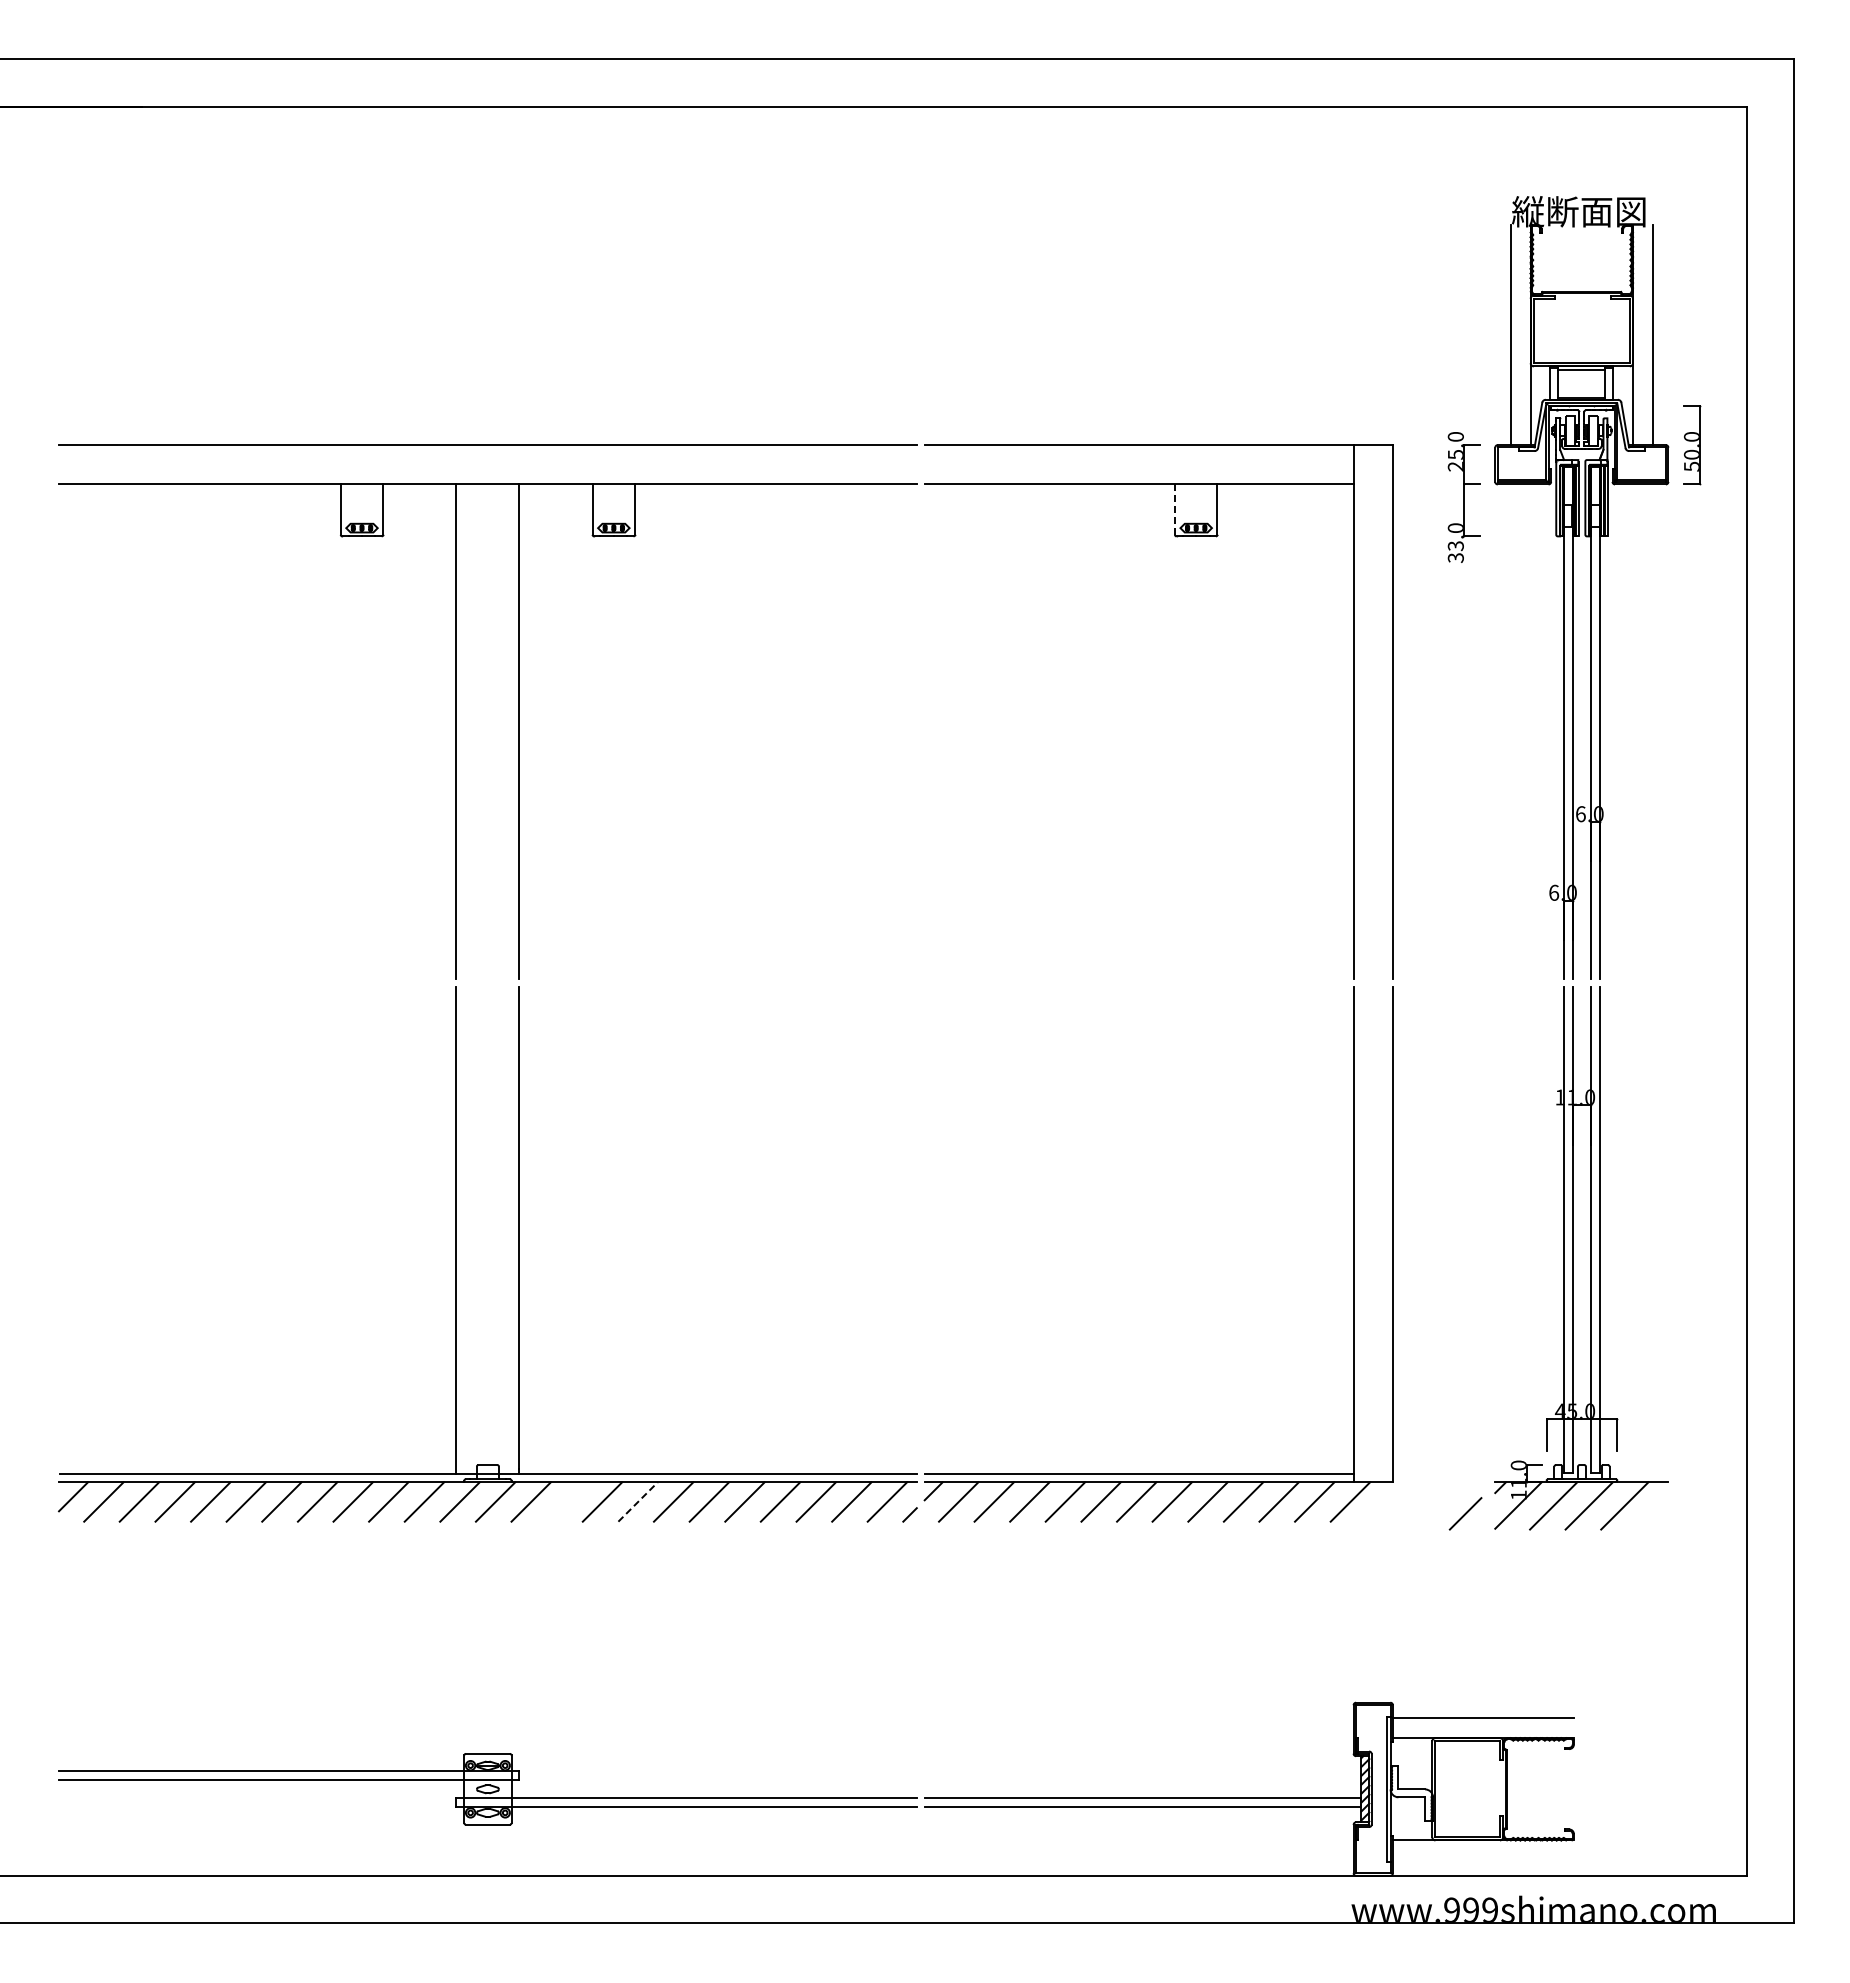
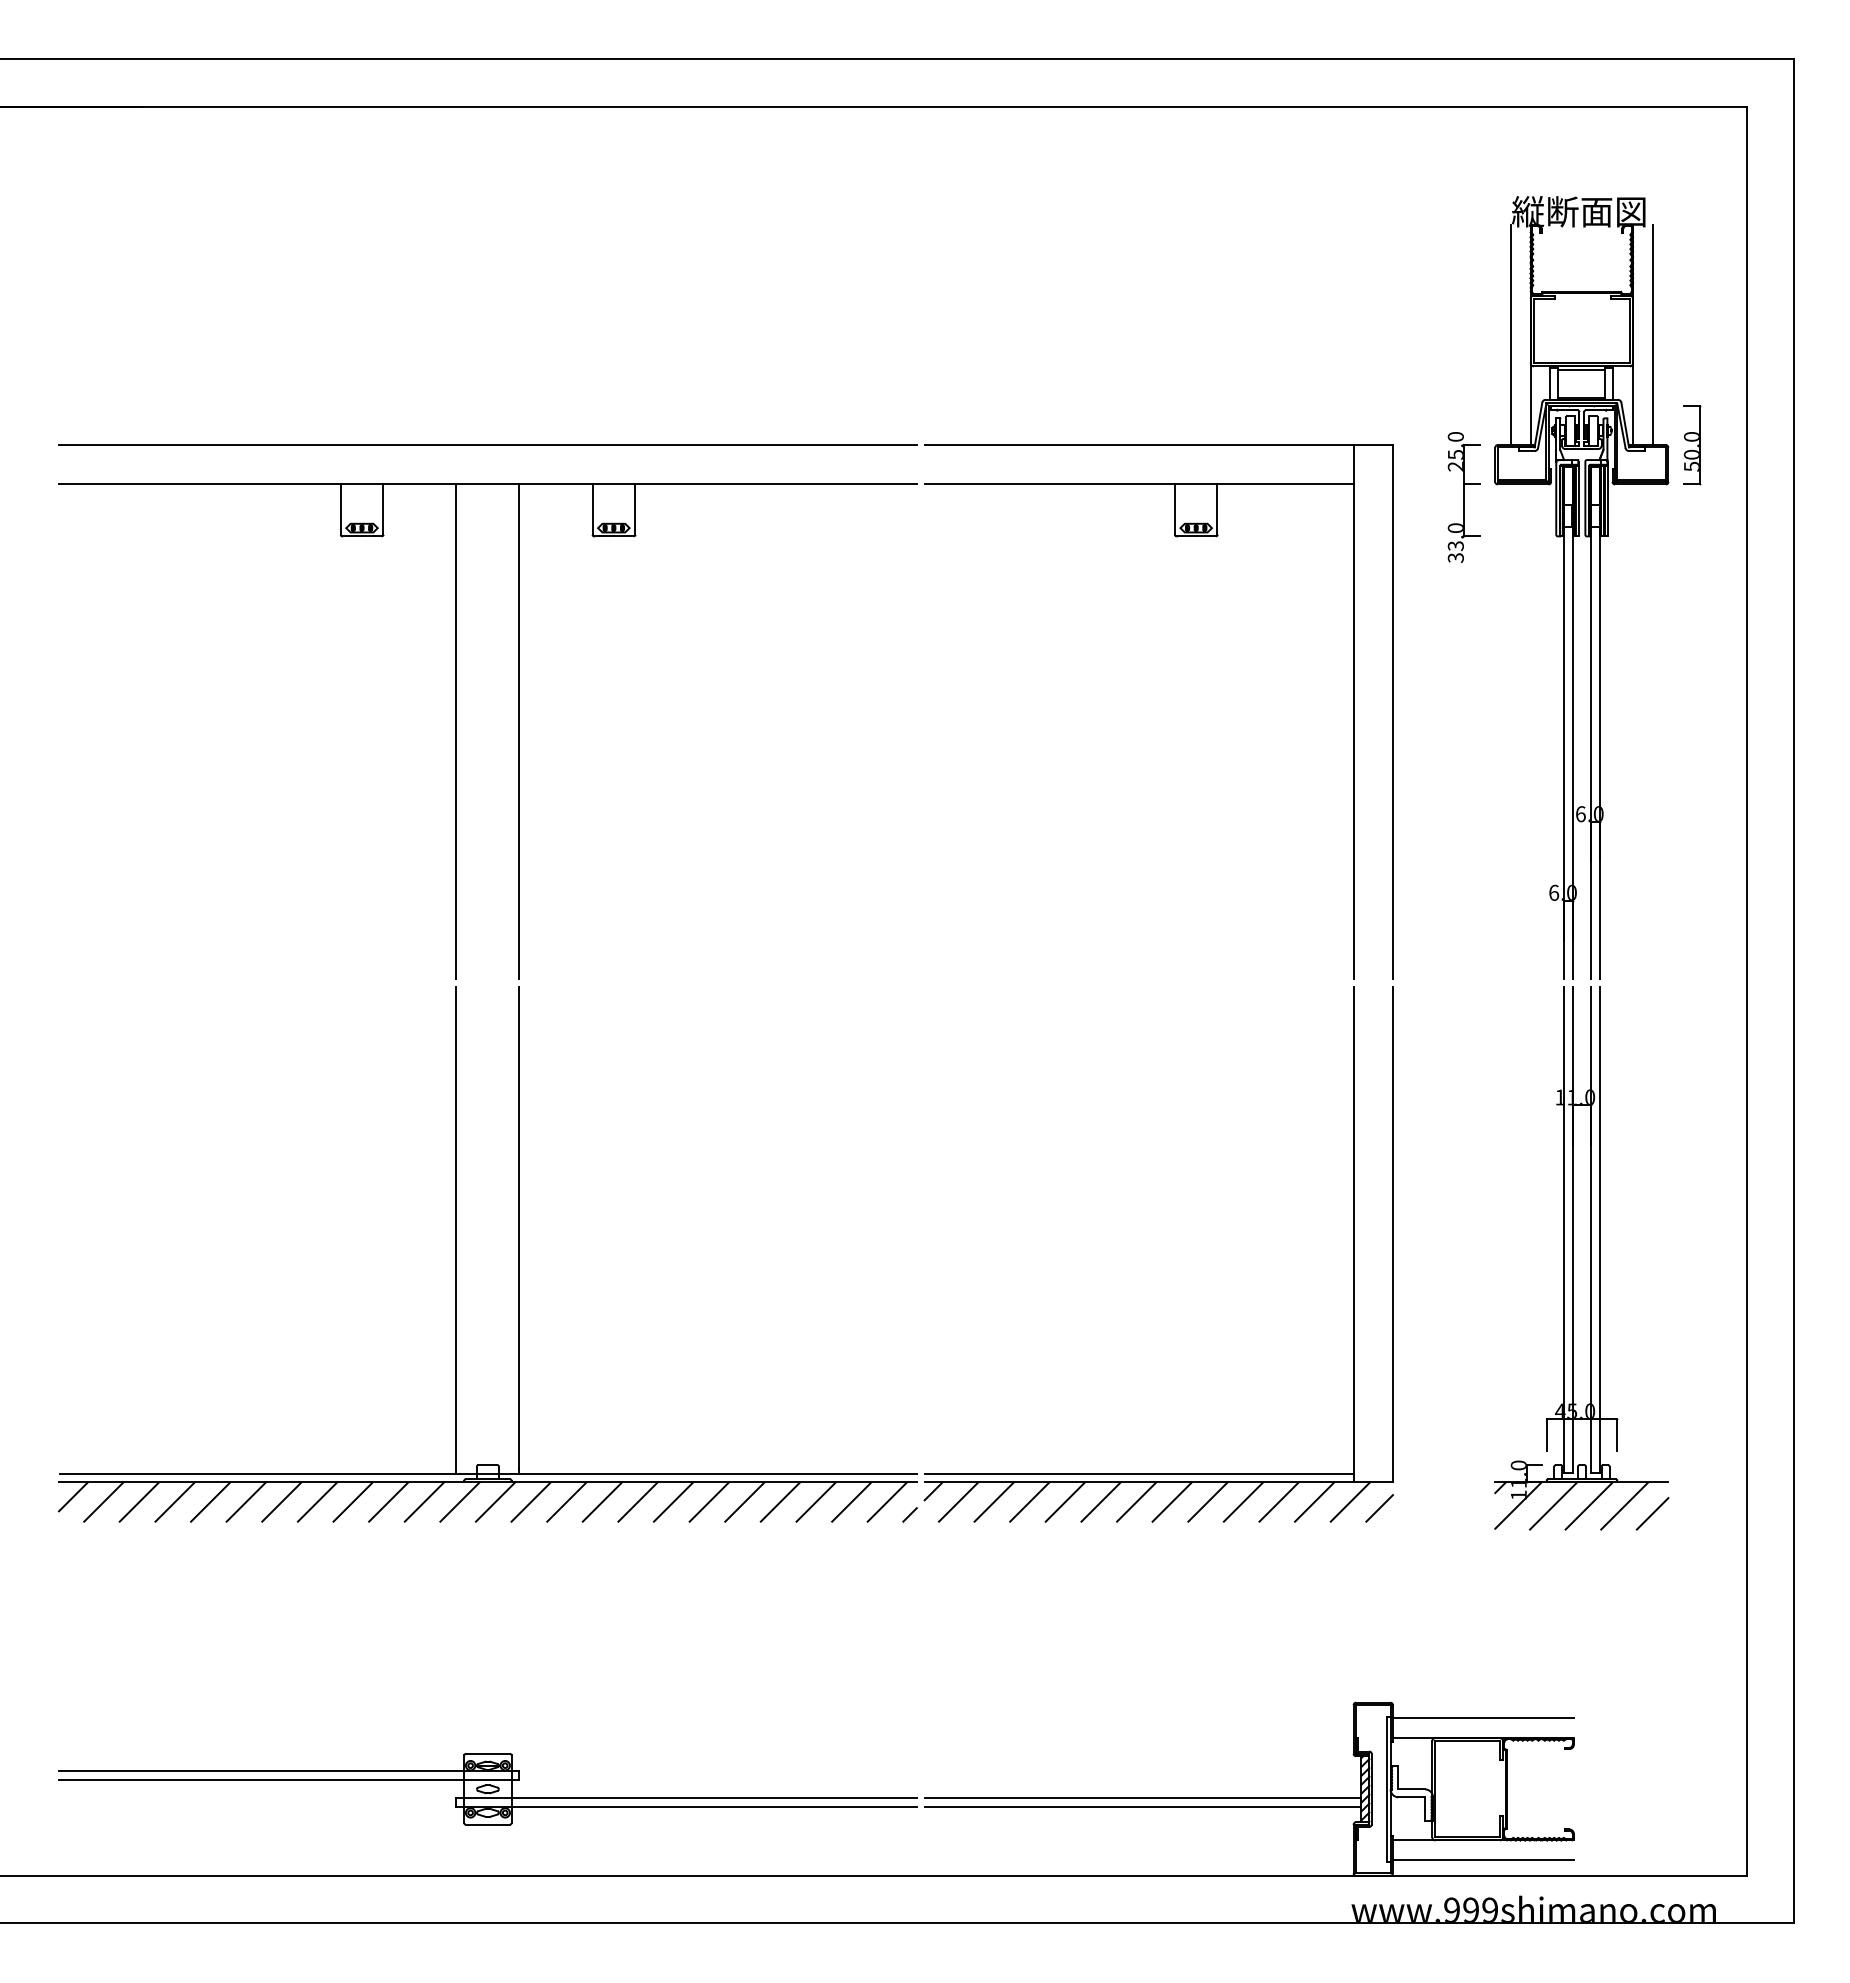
line at (1174, 510): dashed -> solid
line at (566, 1501): none -> present
line at (638, 1502): dashed -> solid
line at (1379, 1508): none -> present
line at (1465, 1513) position: (1465, 1513) -> (1652, 1513)
line at (1482, 1860): none -> present
